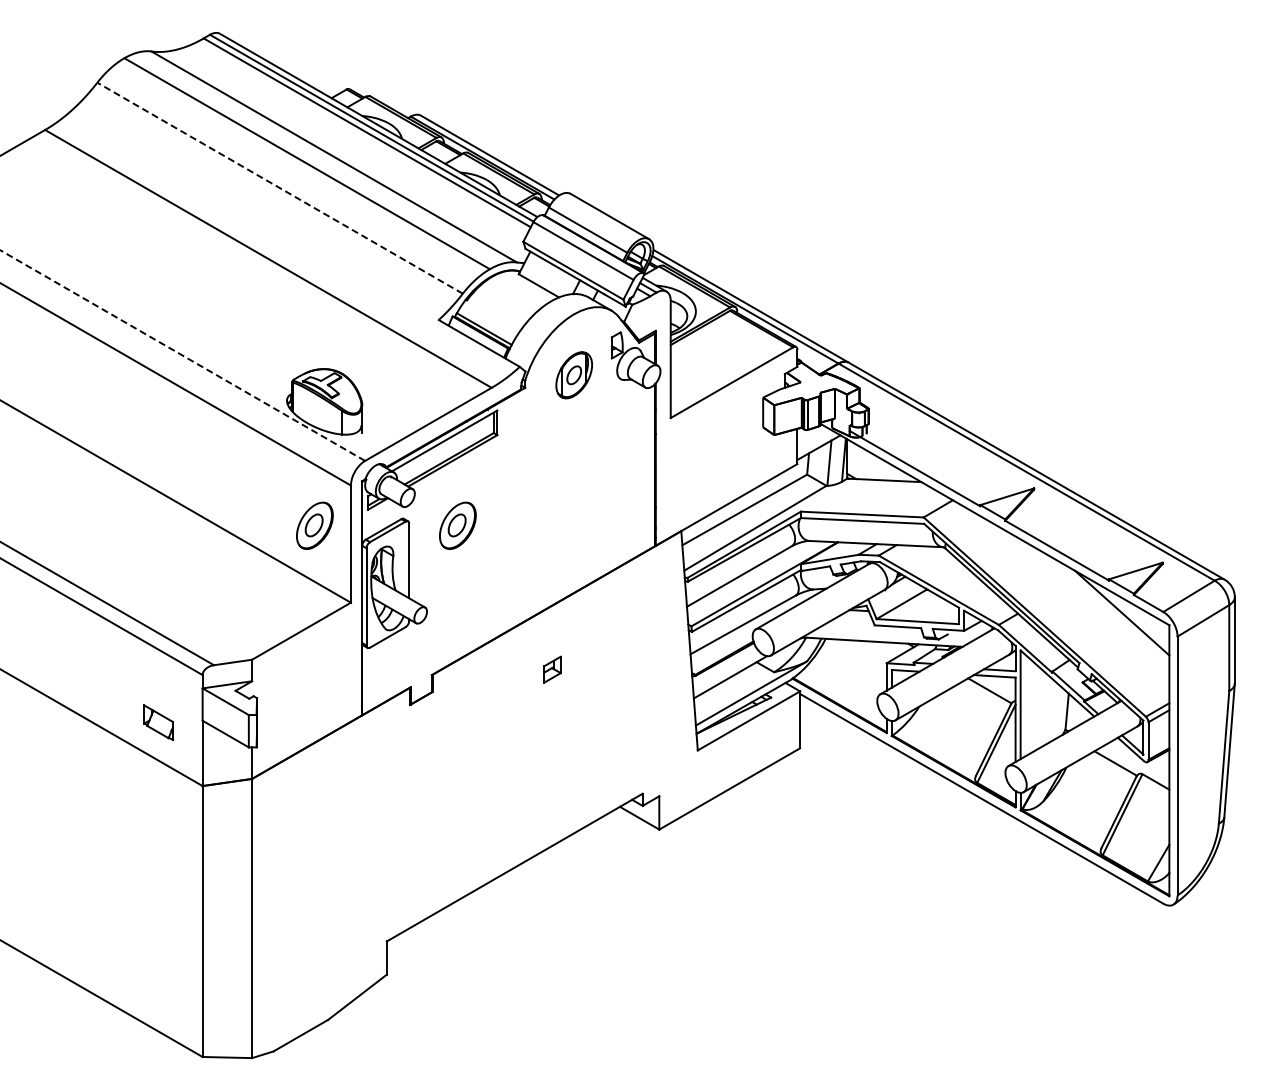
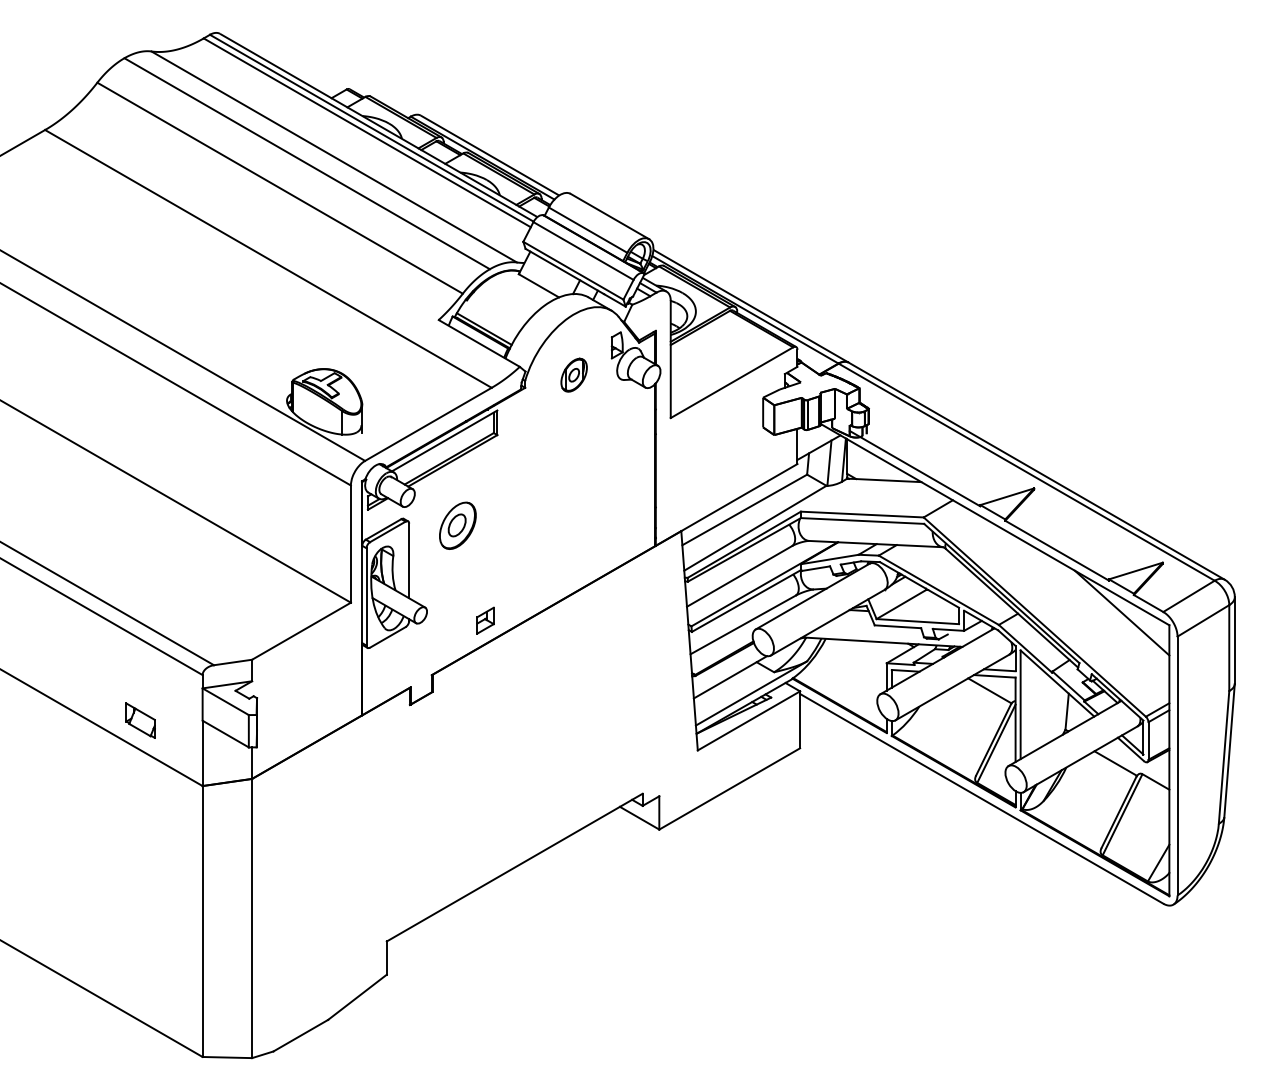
line at (279, 187): dashed -> solid
line at (182, 355): dashed -> solid
part at (573, 375) size: 38x49 px -> 28x36 px
part at (314, 525): present -> none
part at (552, 669) position: (552, 669) -> (485, 620)
part at (158, 722) position: (158, 722) -> (140, 720)
